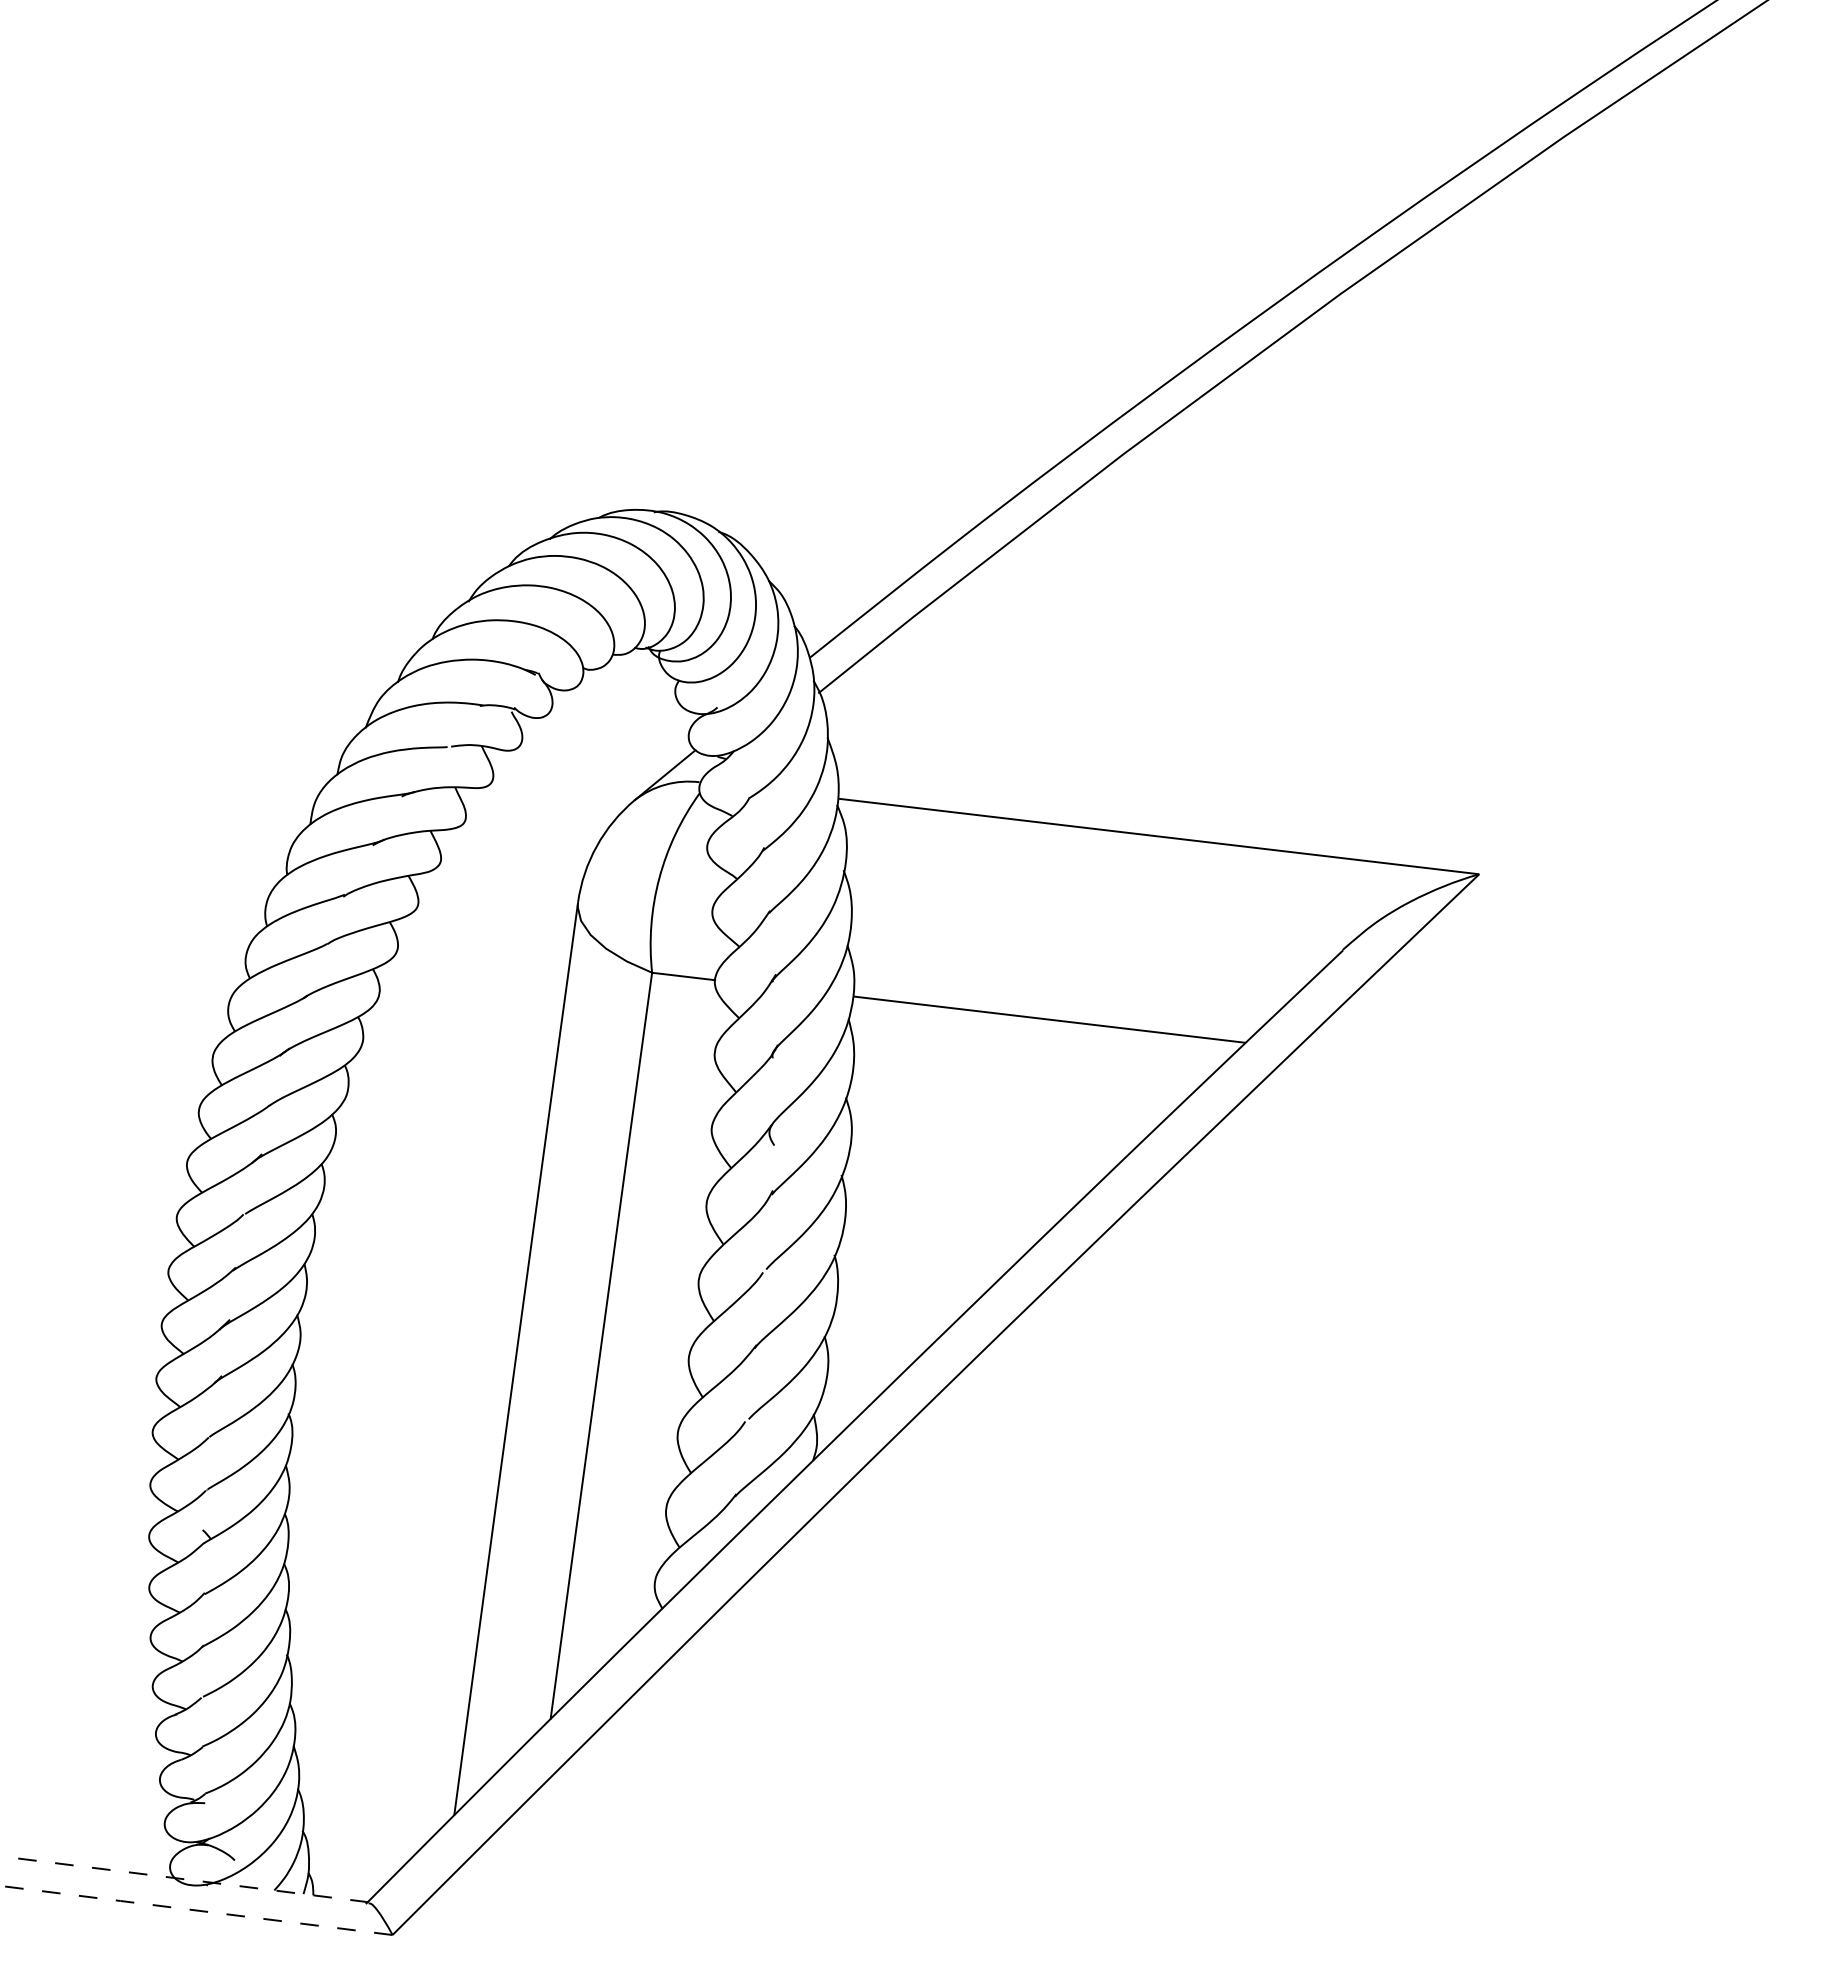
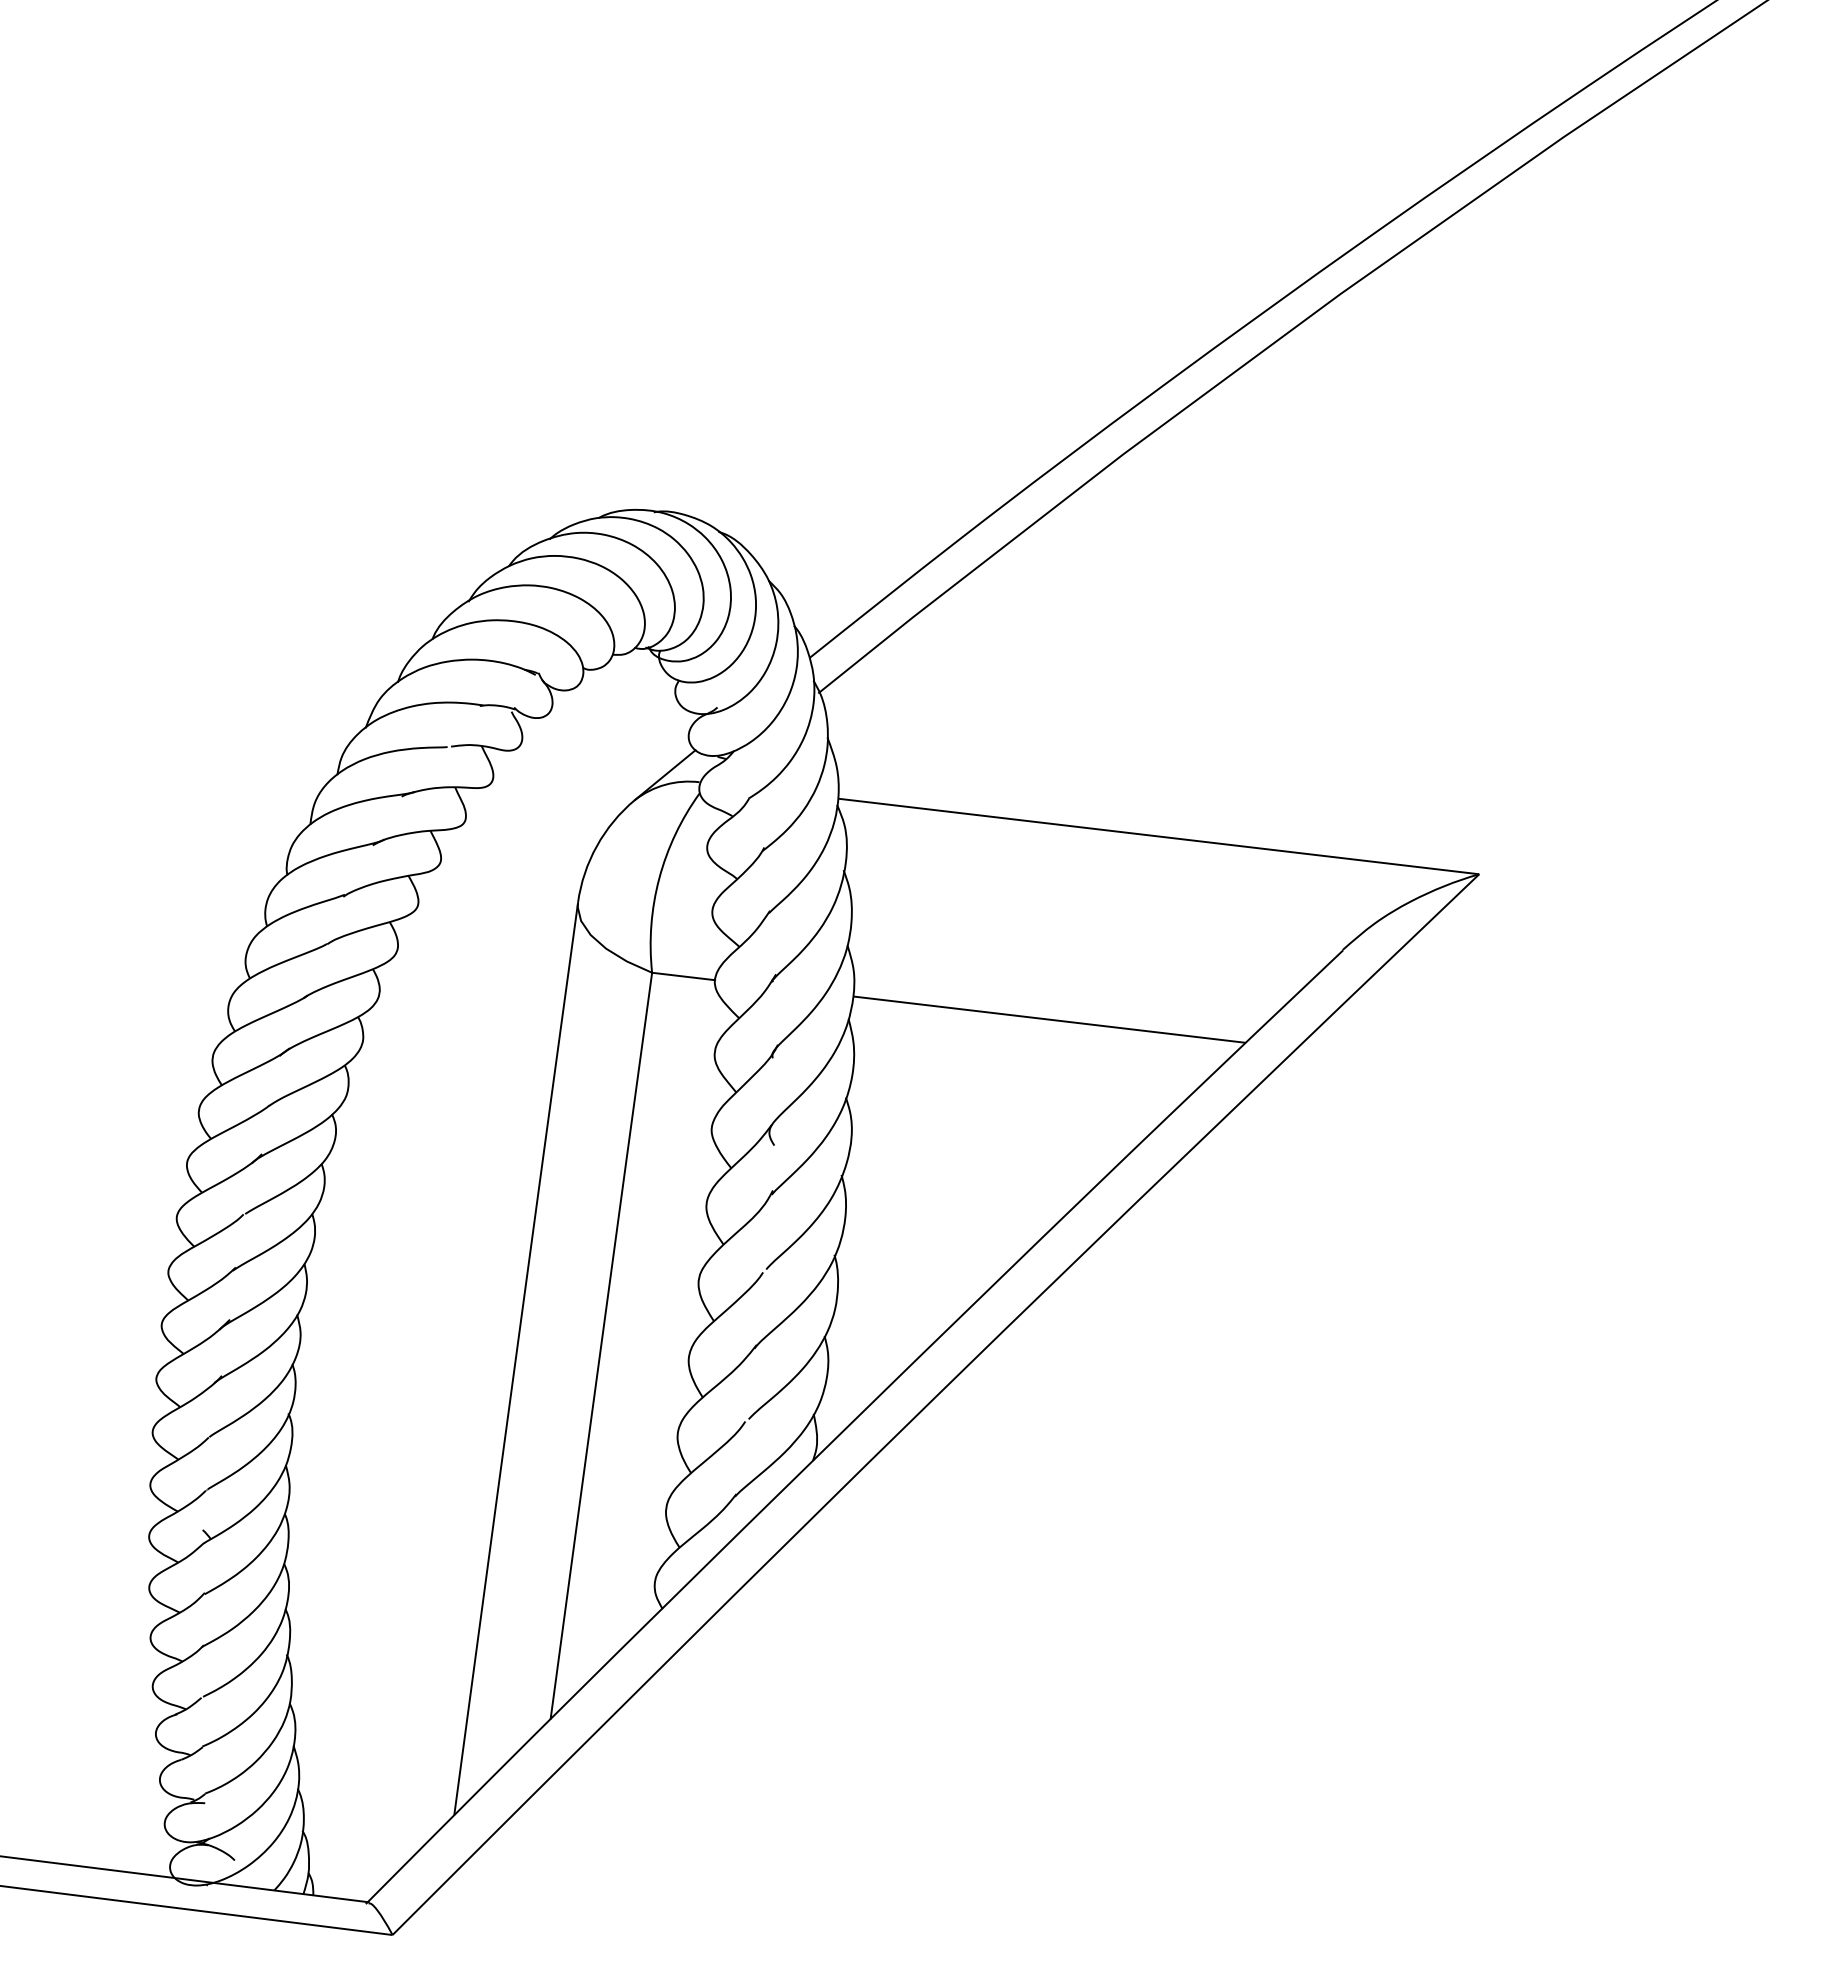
line at (184, 1879): dashed -> solid
line at (195, 1910): dashed -> solid
